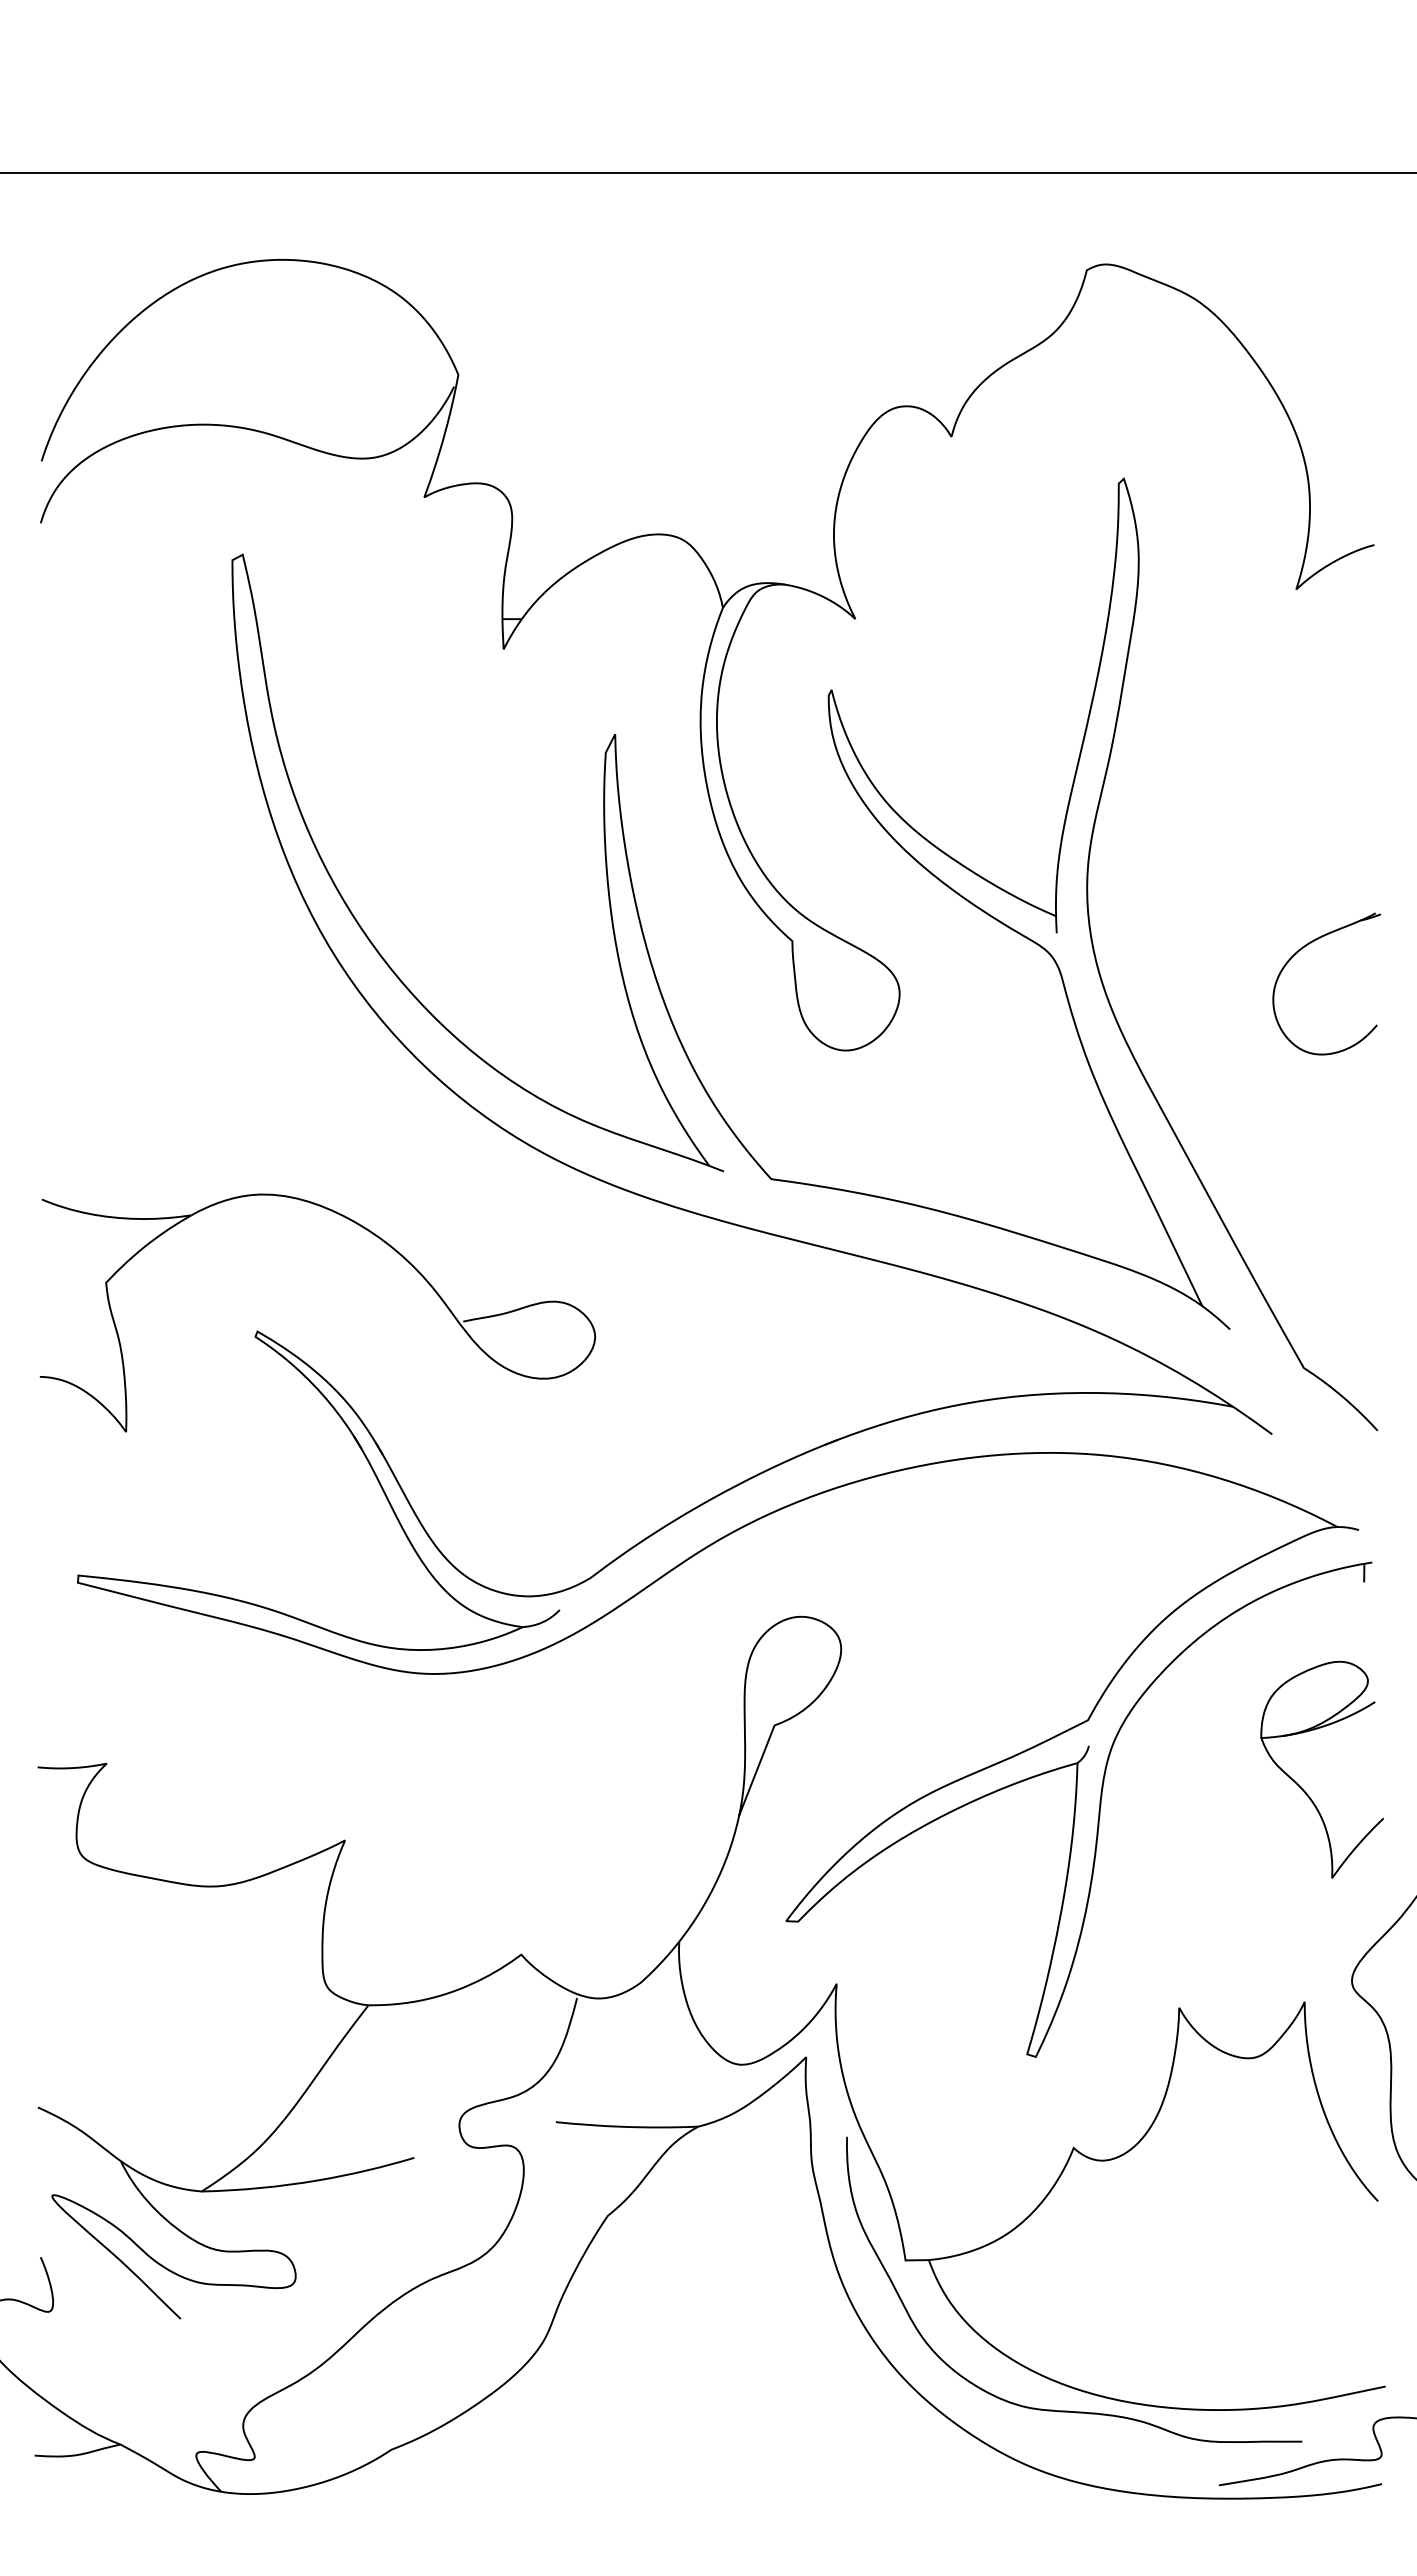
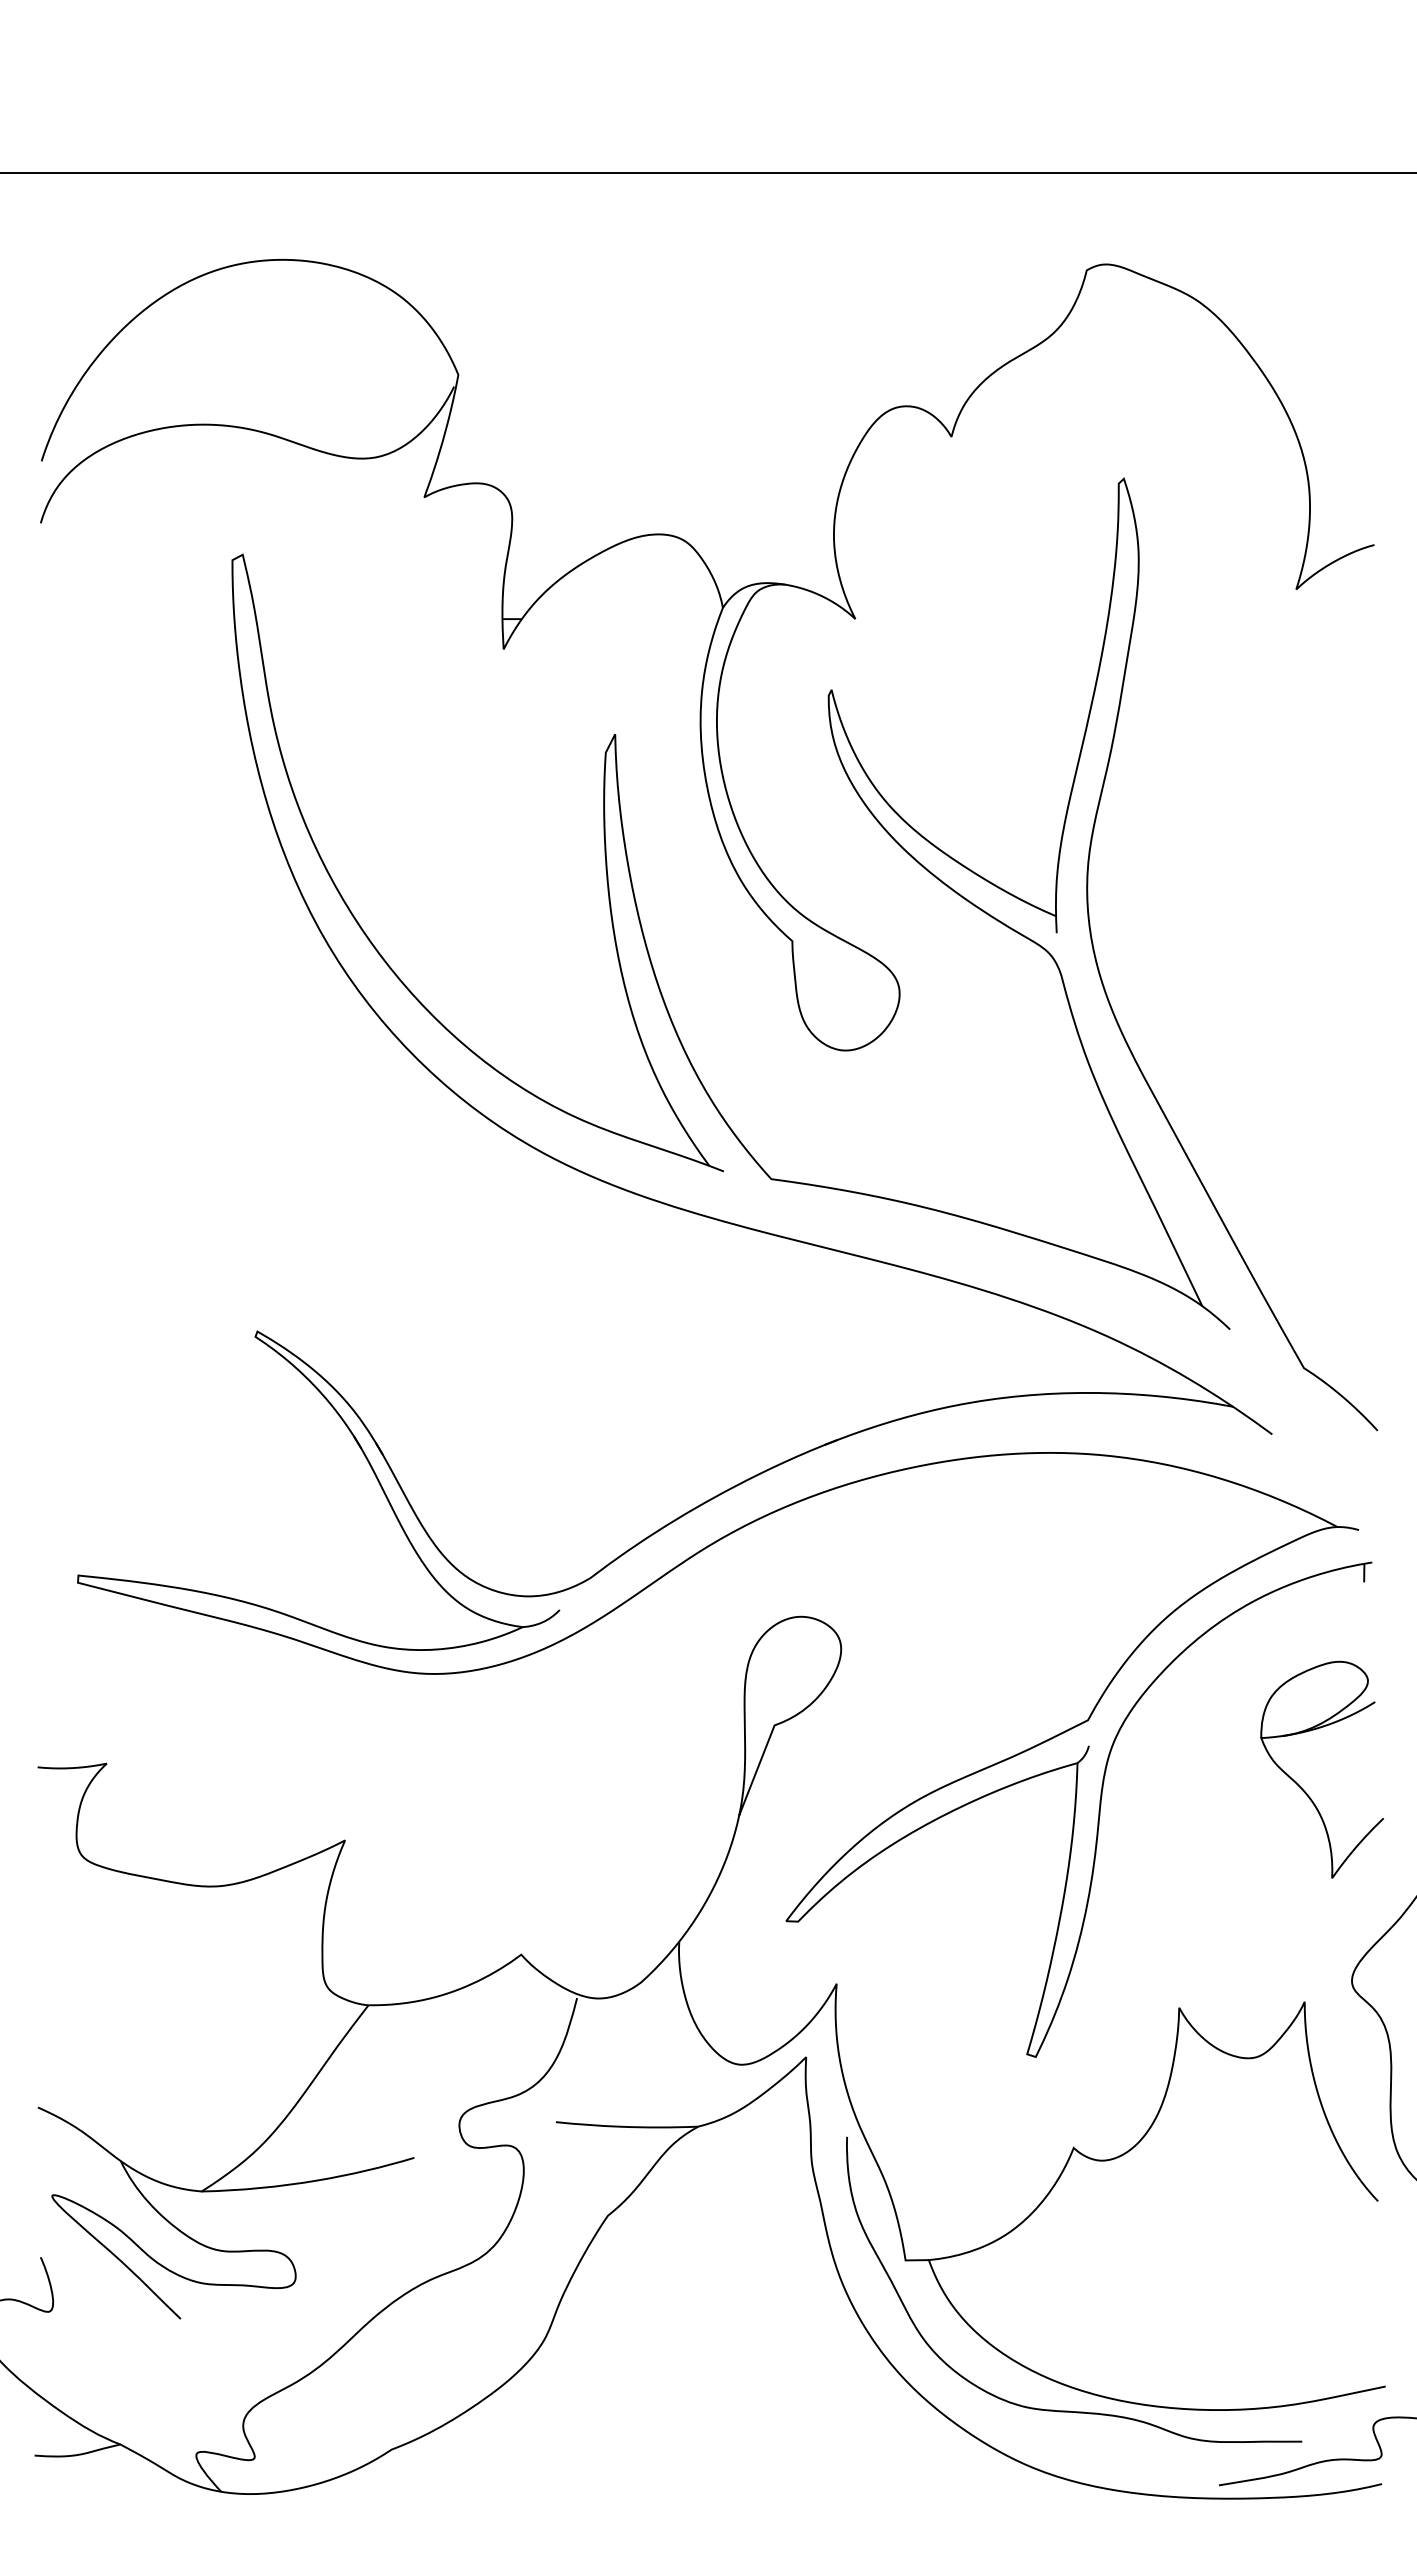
part at (1302, 949): present -> none
part at (369, 1232): present -> none
